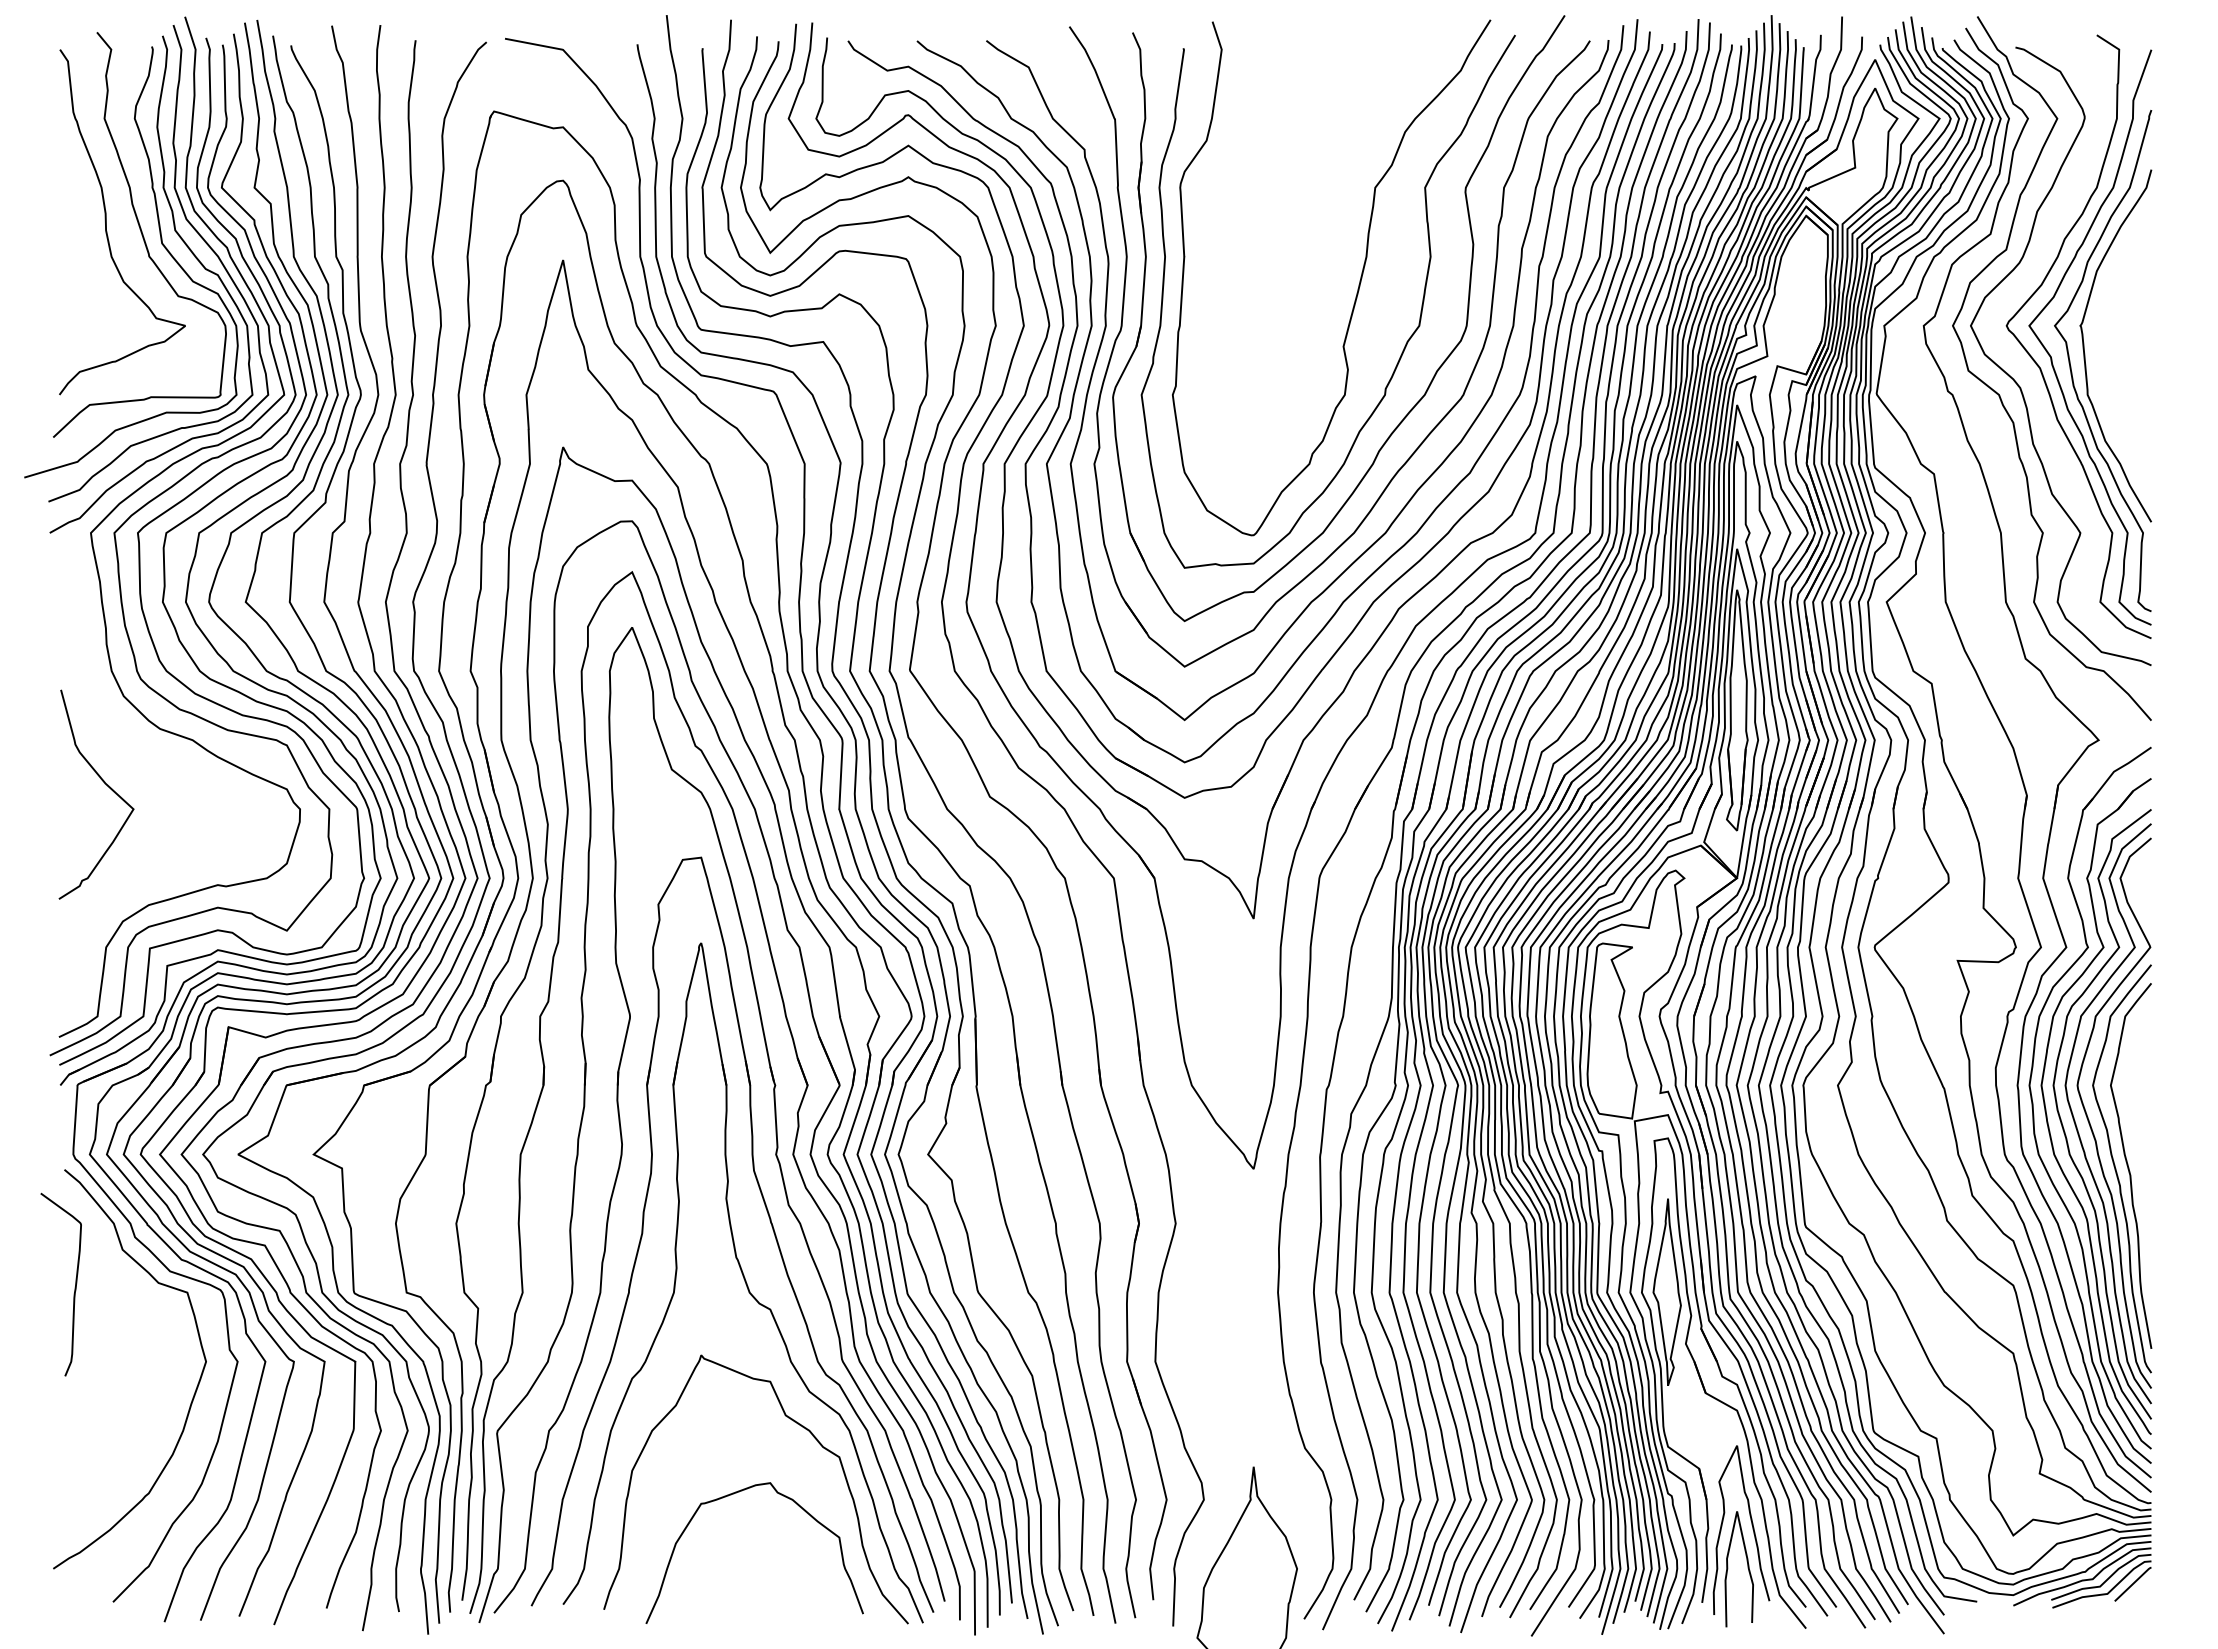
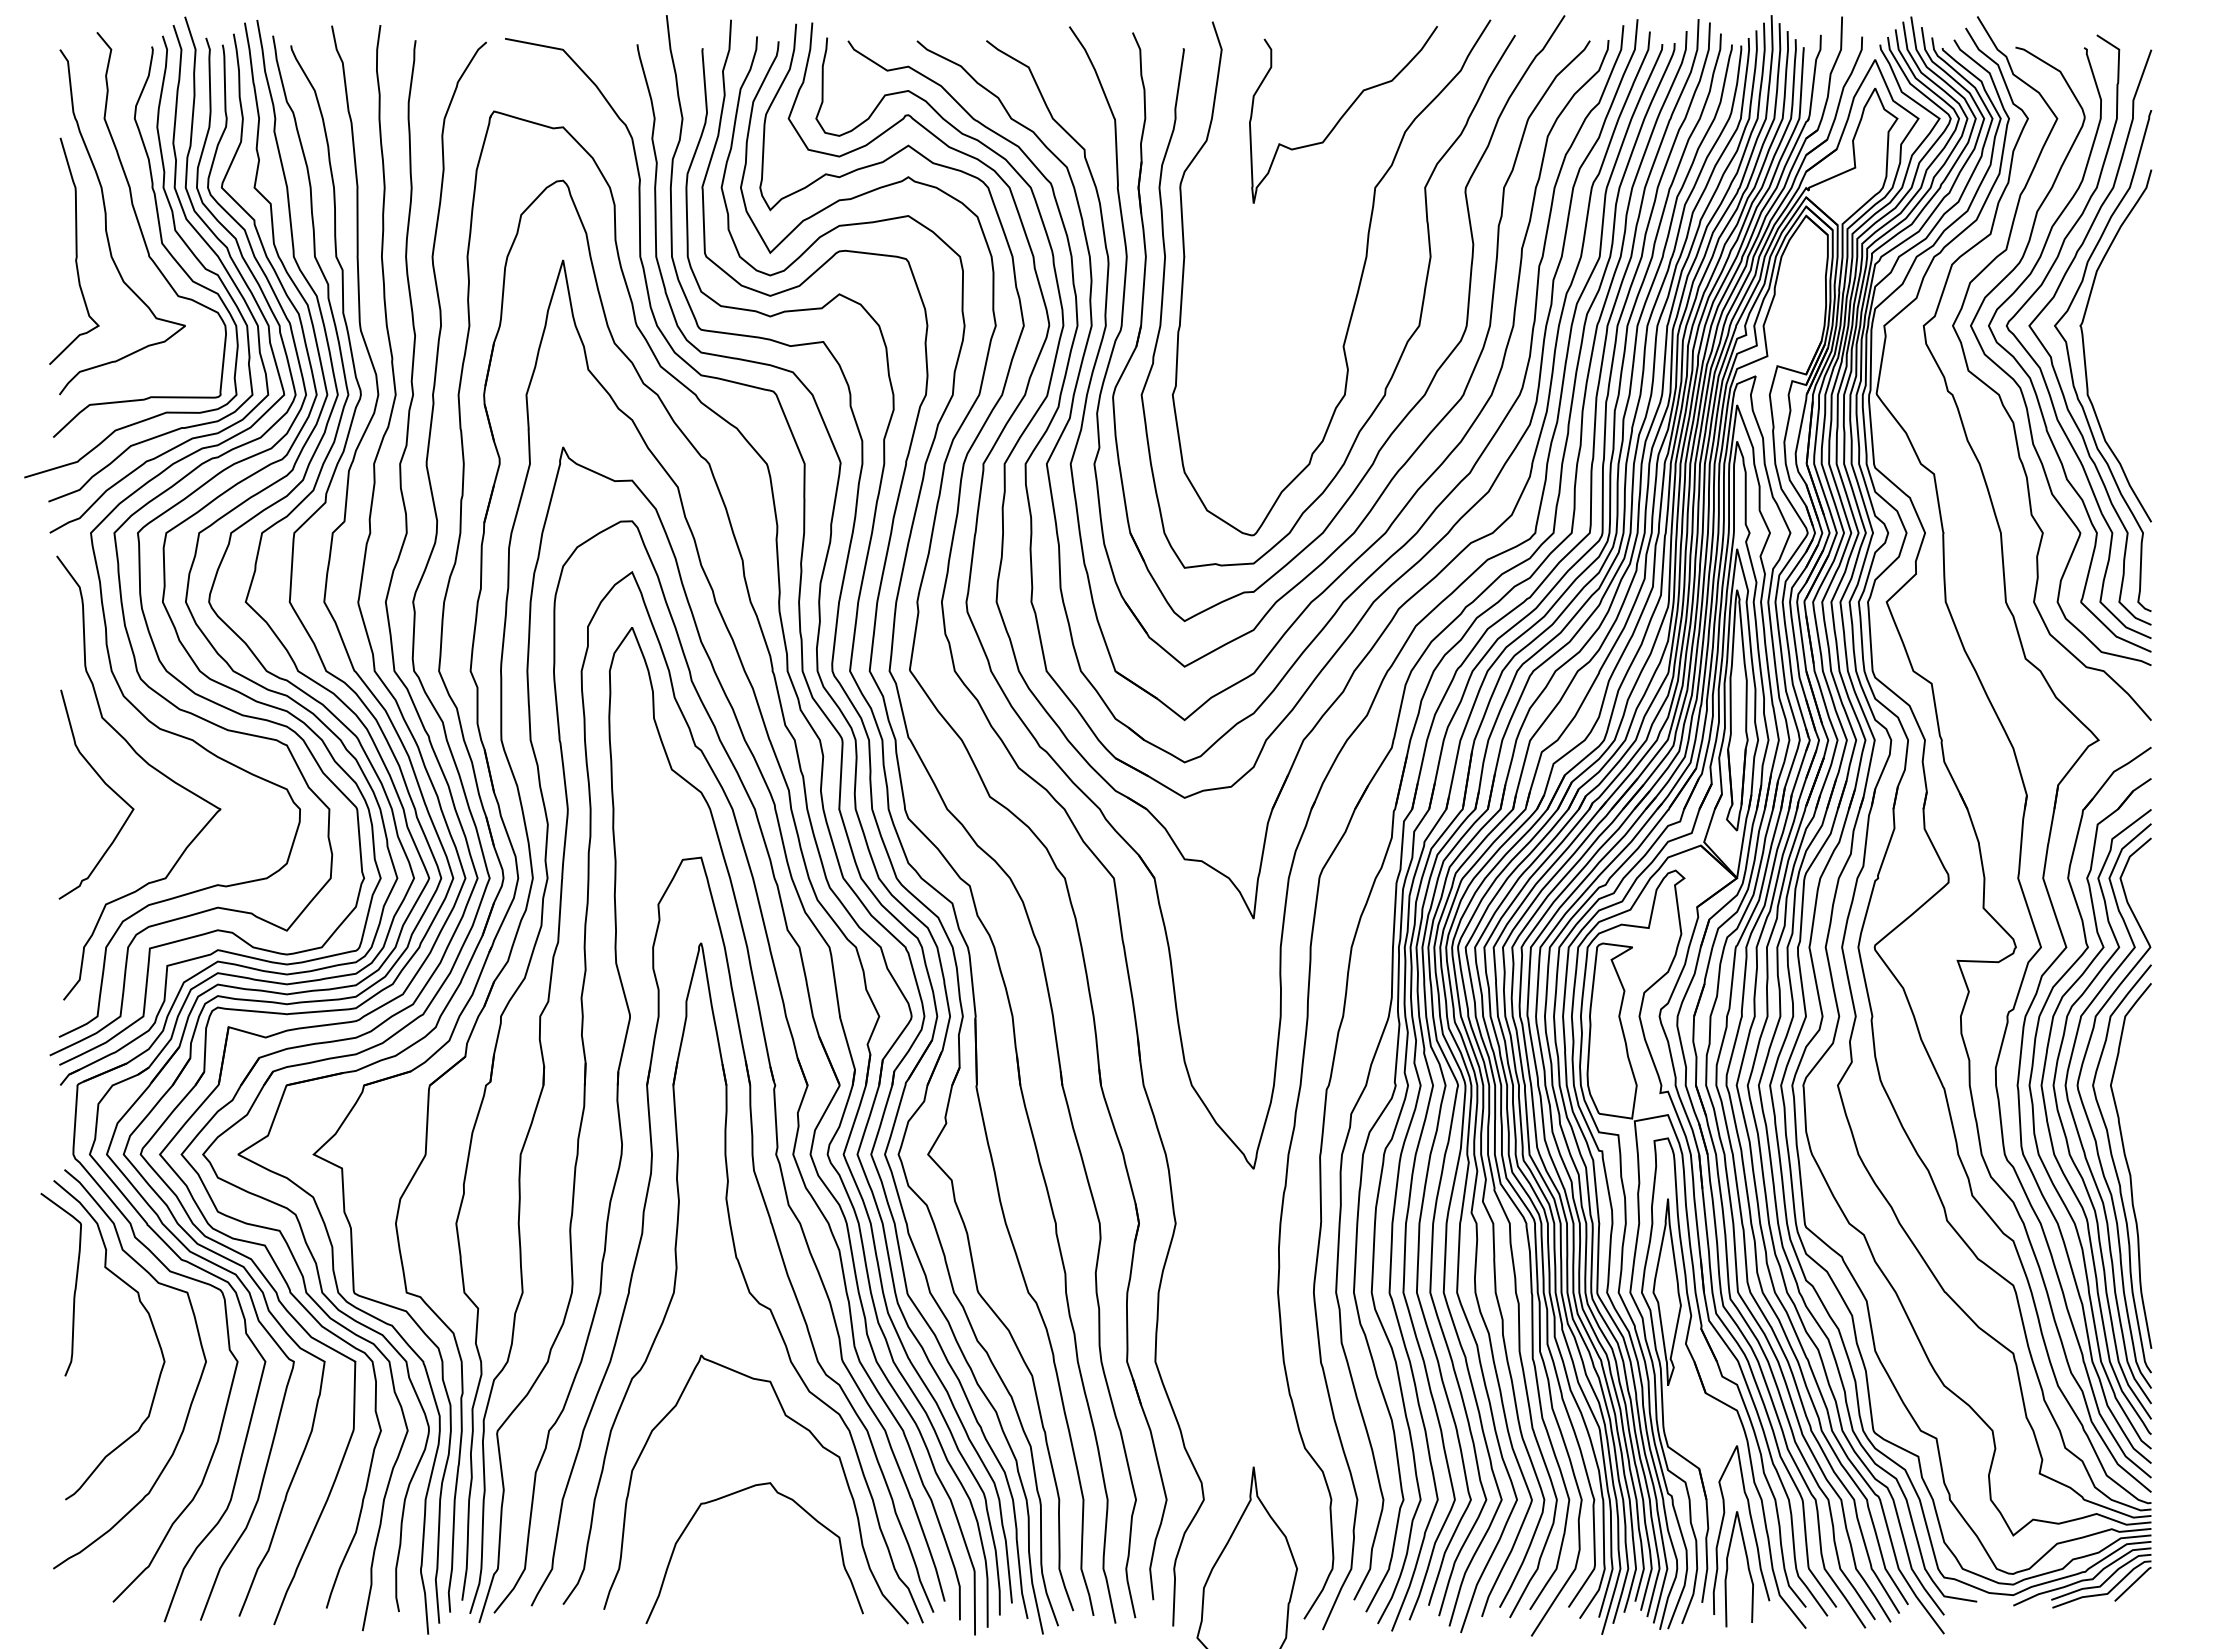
curve at (1343, 114): none -> present
curve at (75, 250): none -> present
curve at (2029, 375): none -> present
curve at (149, 766): none -> present
curve at (152, 1327): none -> present
